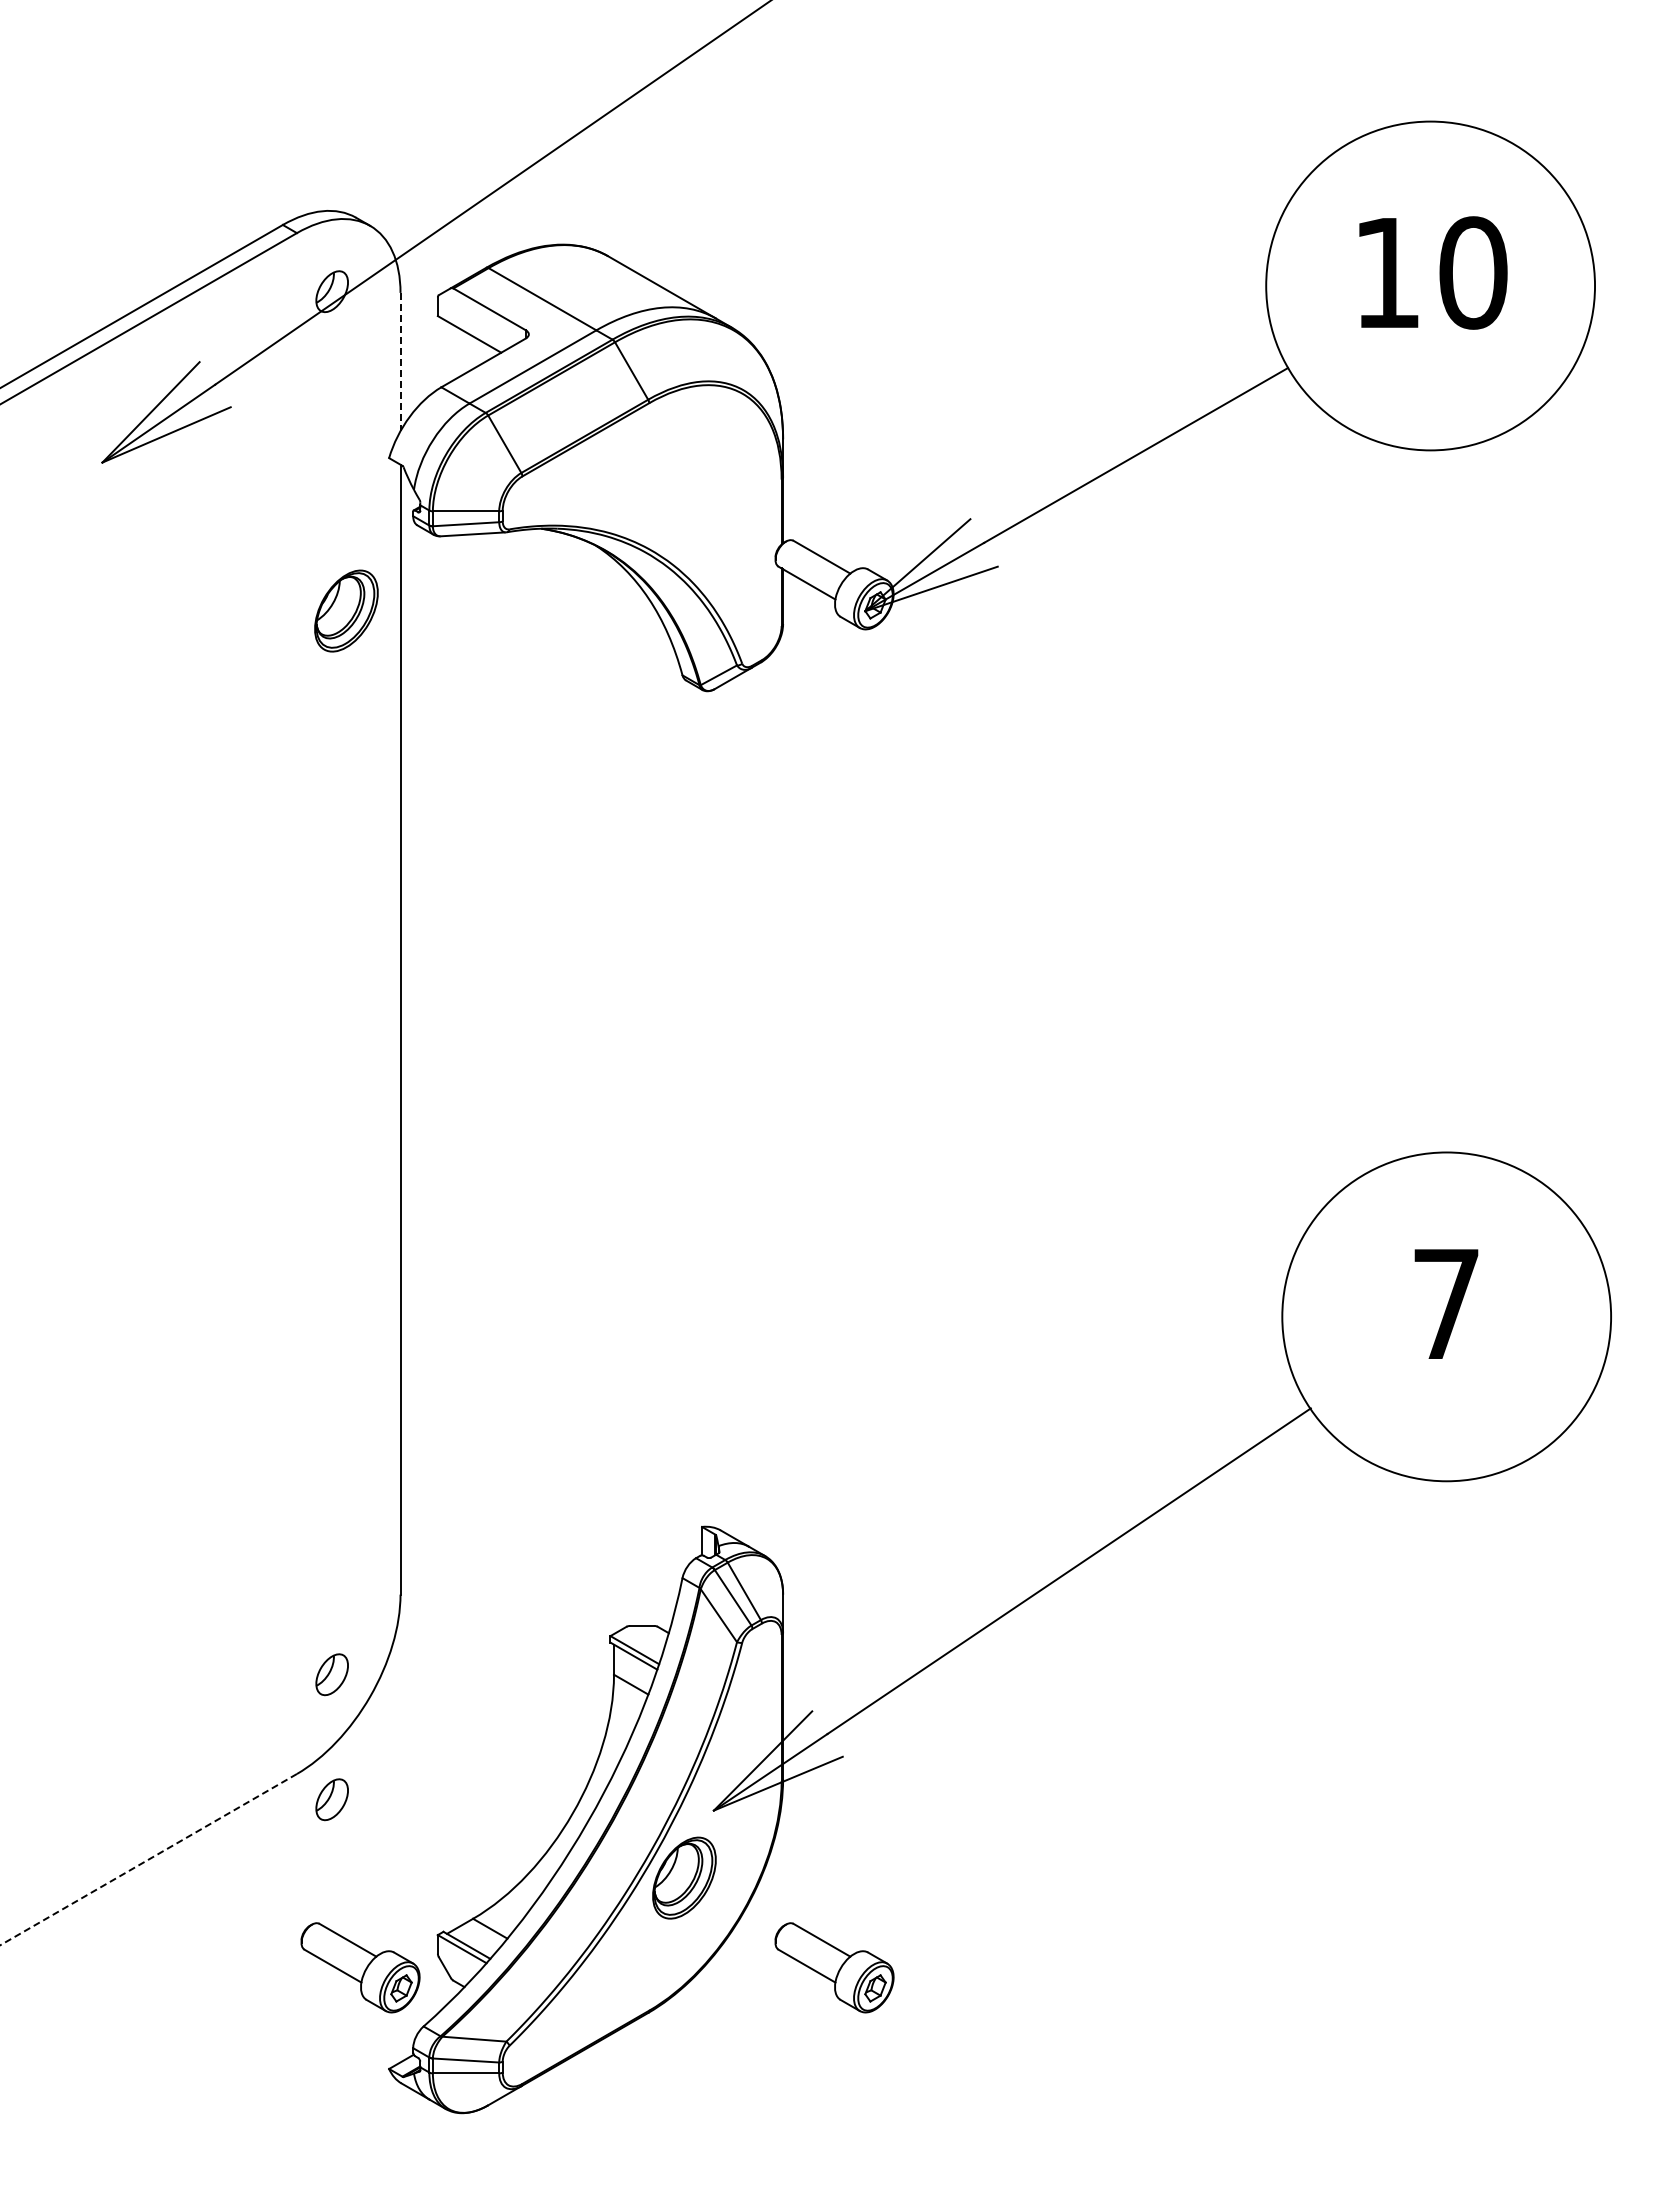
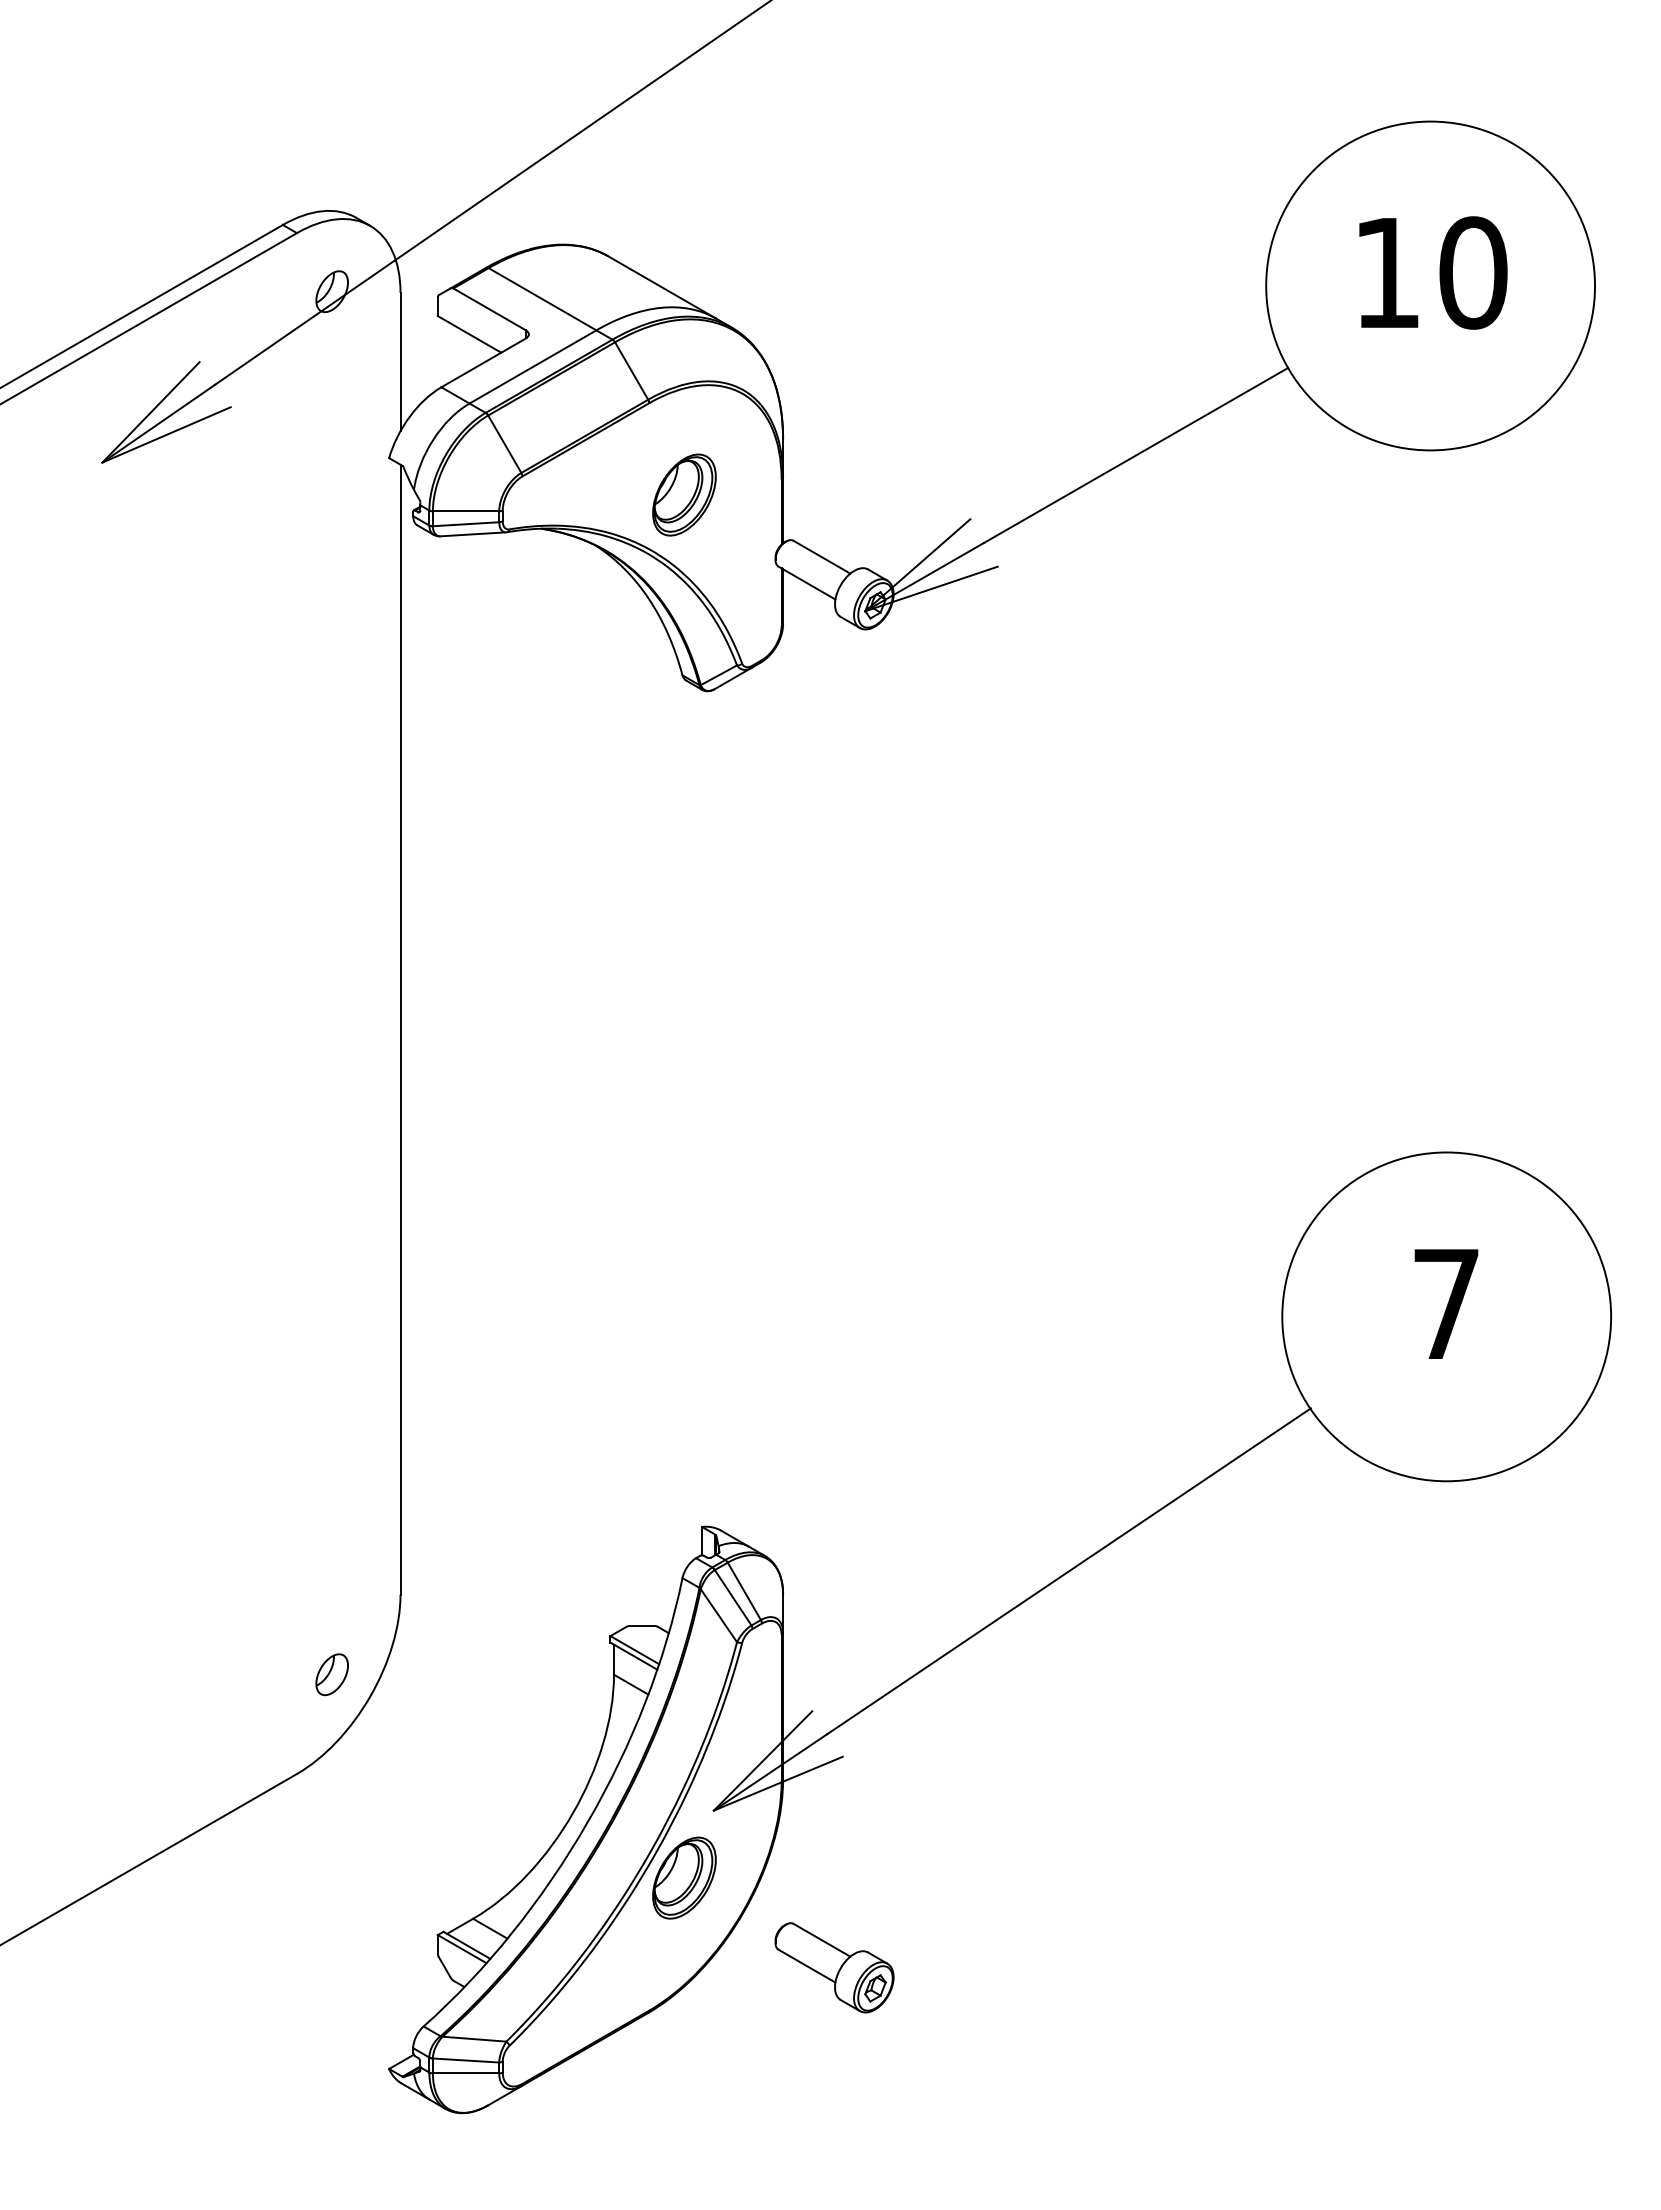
line at (400, 362): dashed -> solid
part at (346, 610) position: (346, 610) -> (684, 494)
part at (331, 1799): present -> none
line at (148, 1859): dashed -> solid
part at (360, 1967): present -> none
